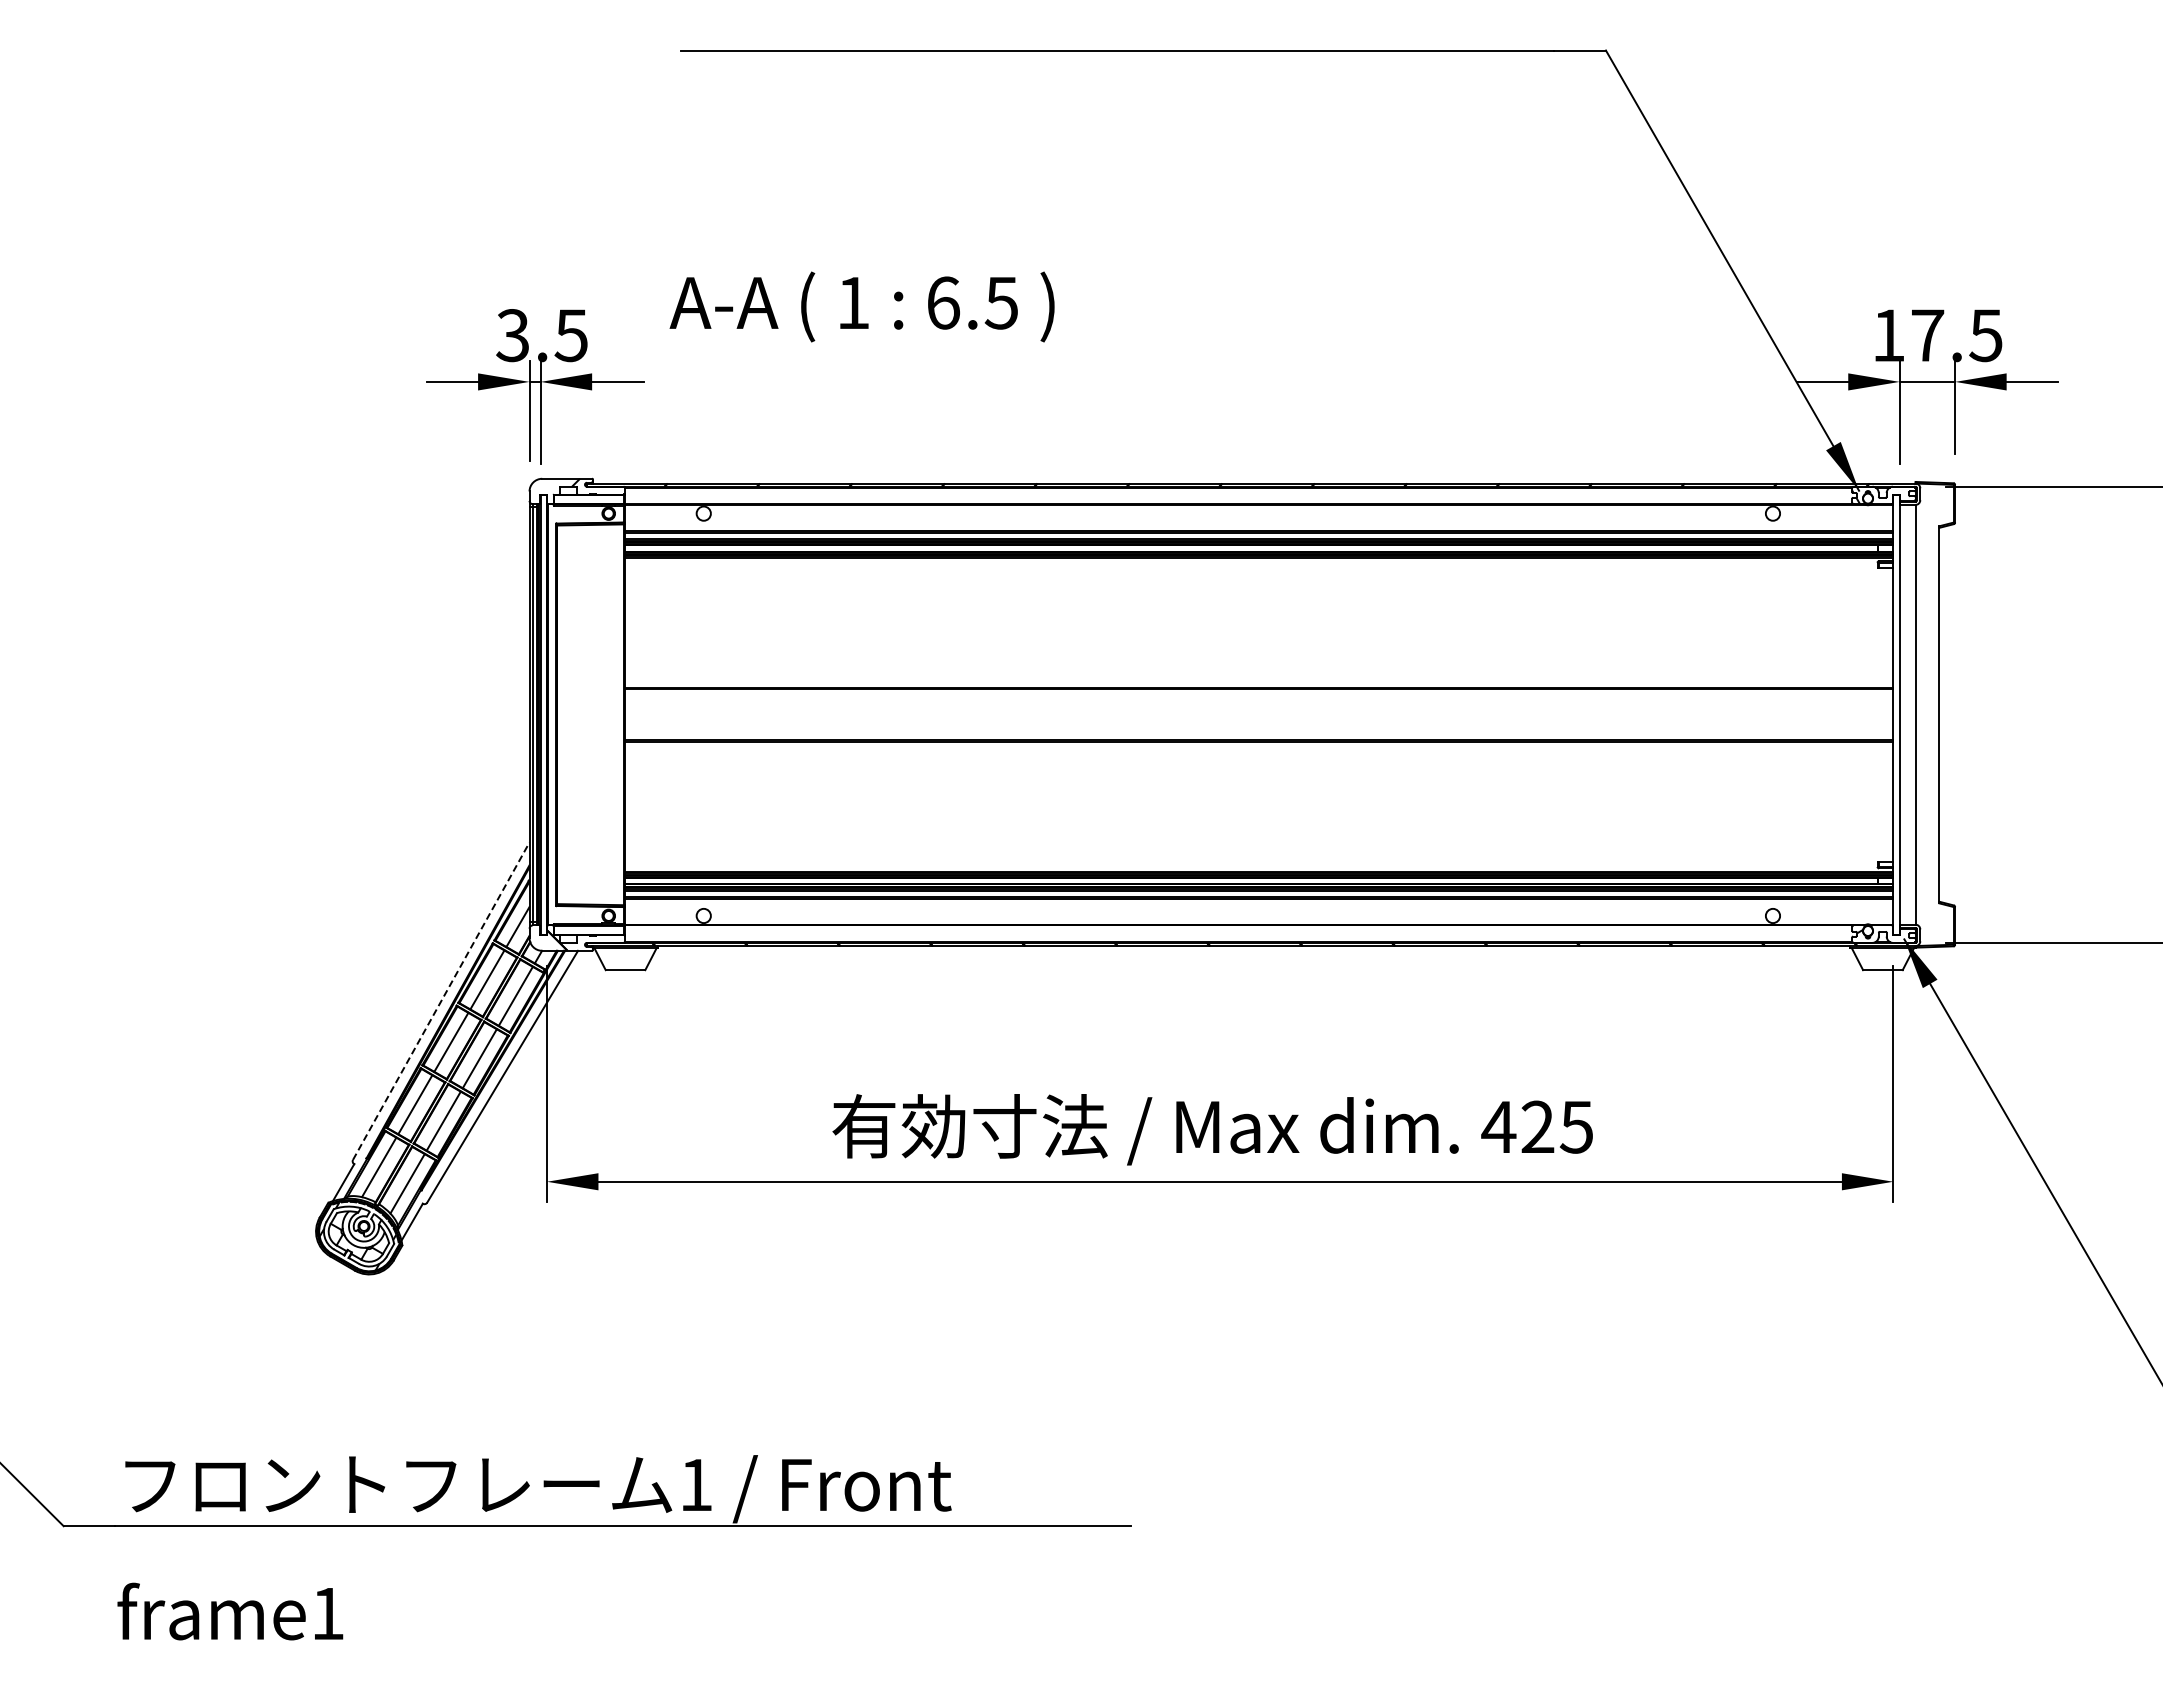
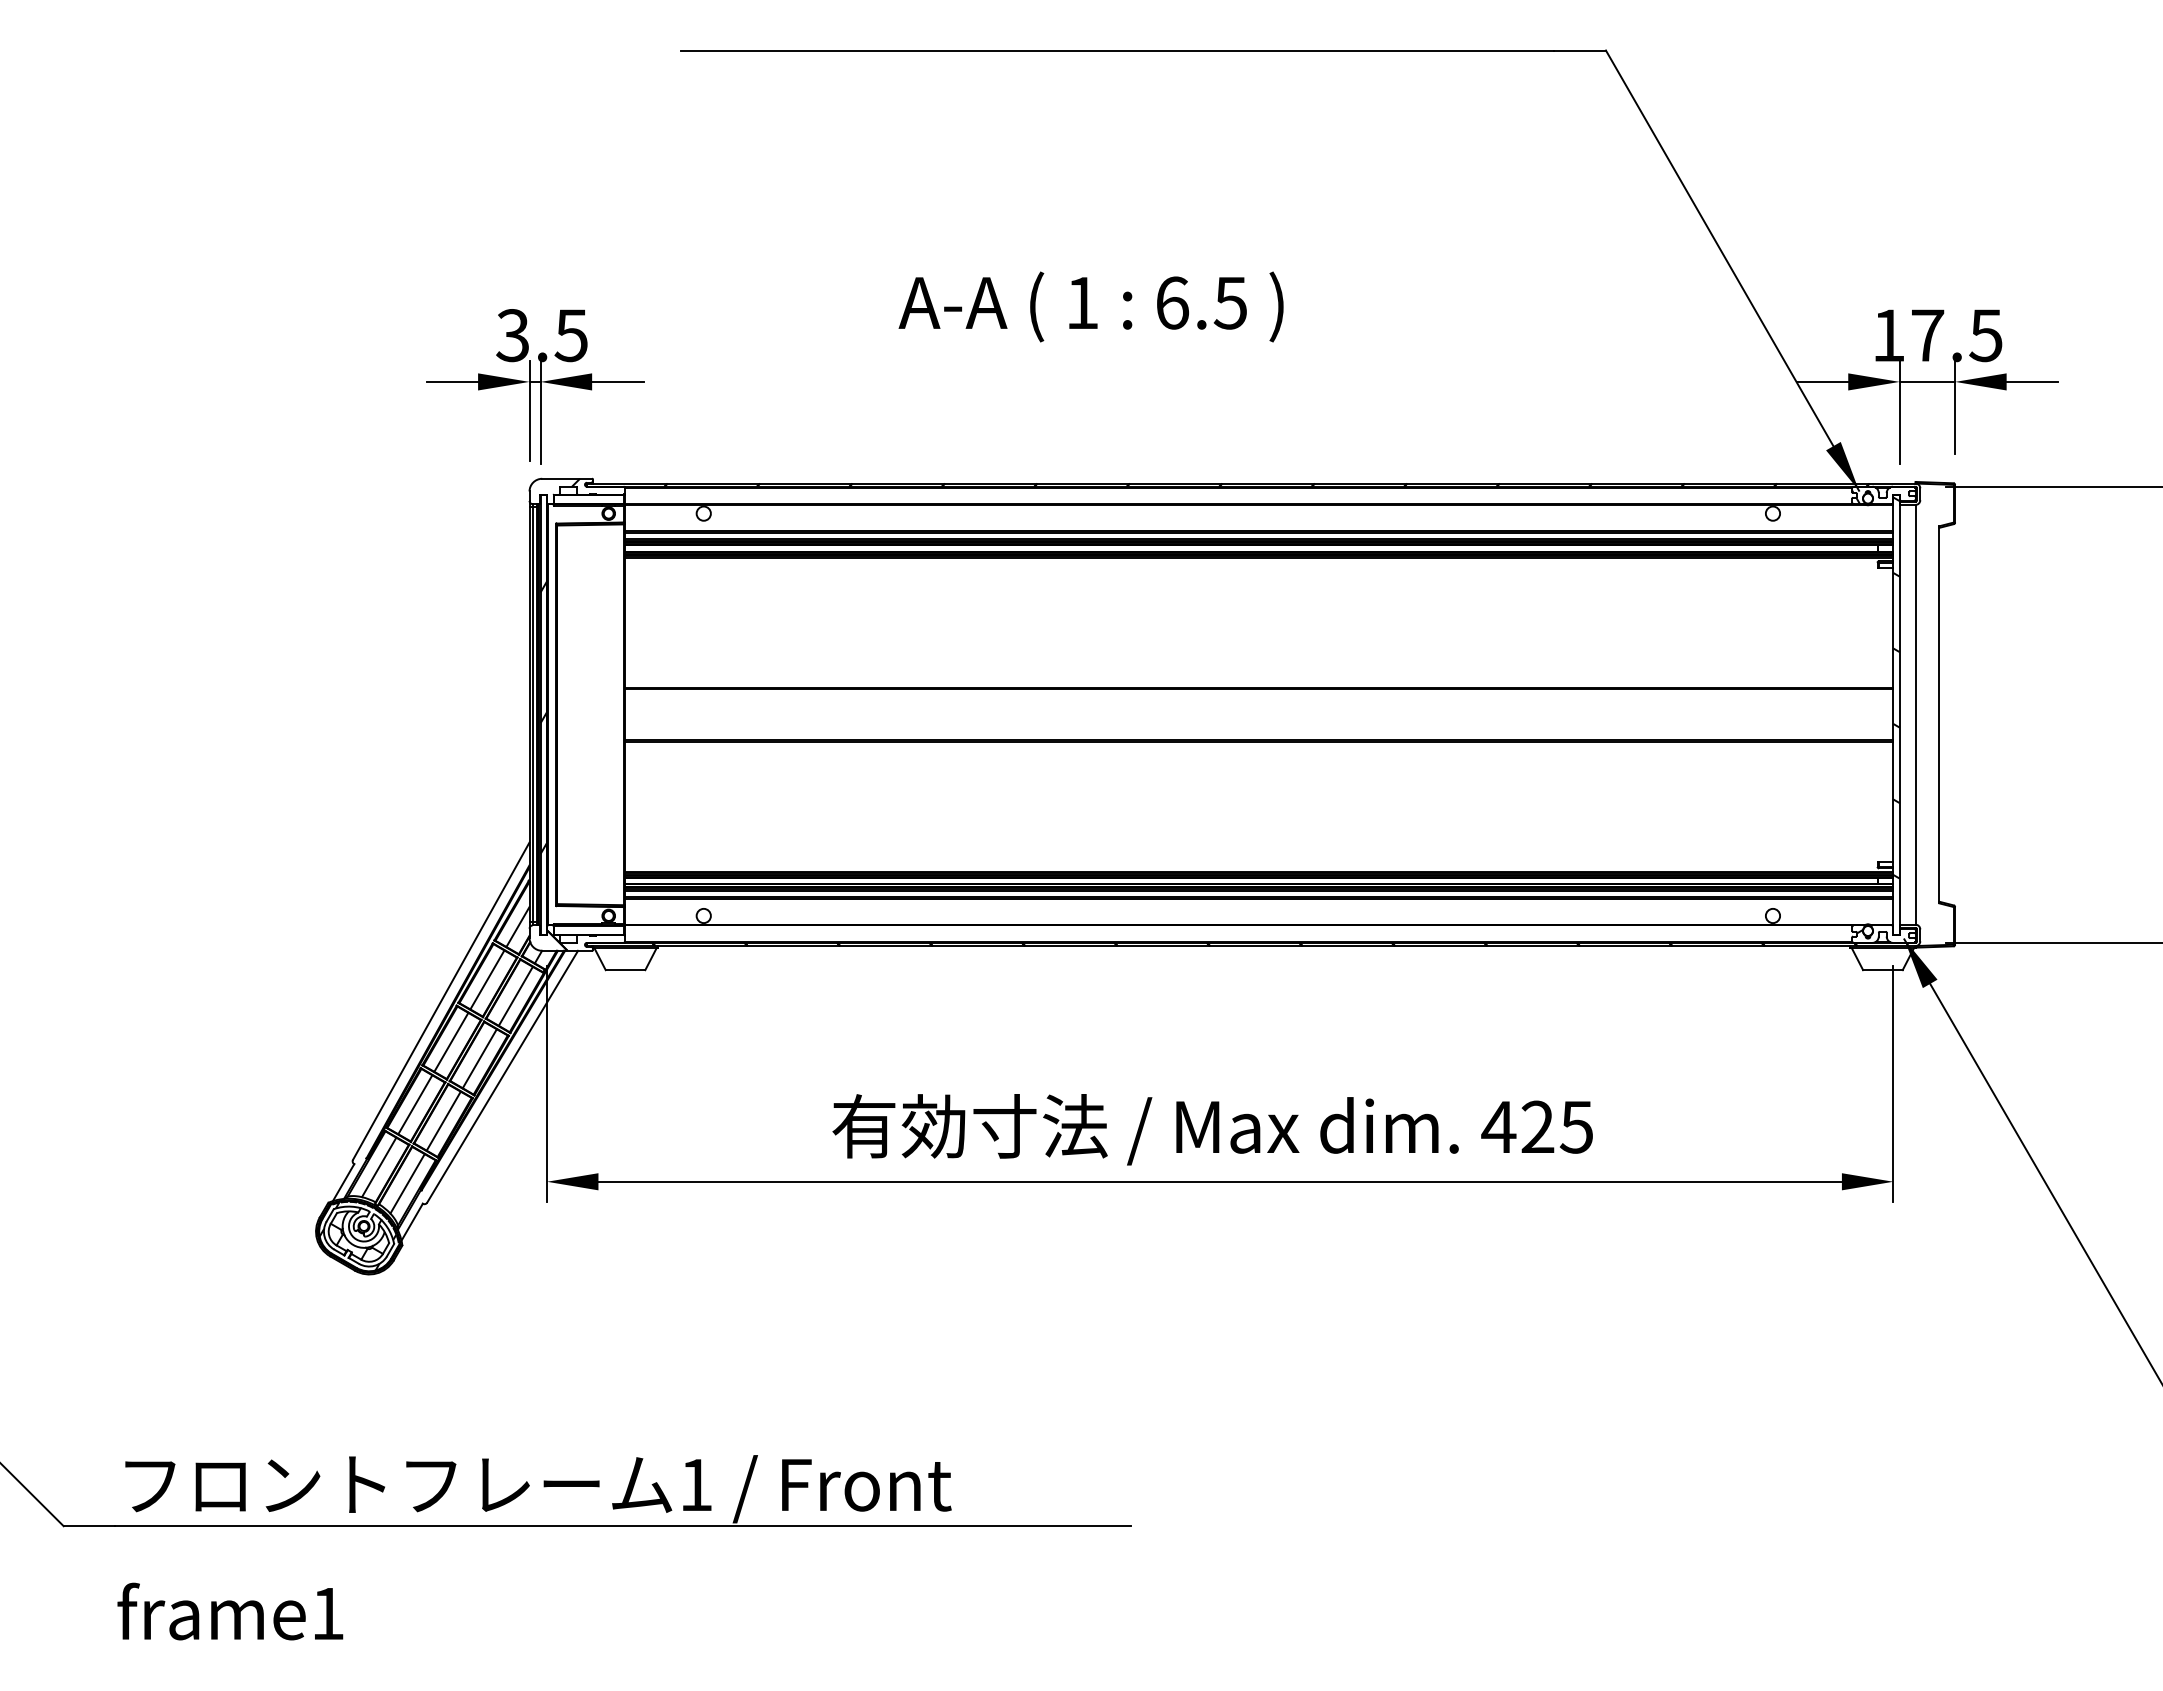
text at (861, 306) position: (861, 306) -> (1090, 306)
hatch at (1896, 687): none -> present
hatch at (543, 717): none -> present
line at (441, 1001): dashed -> solid
